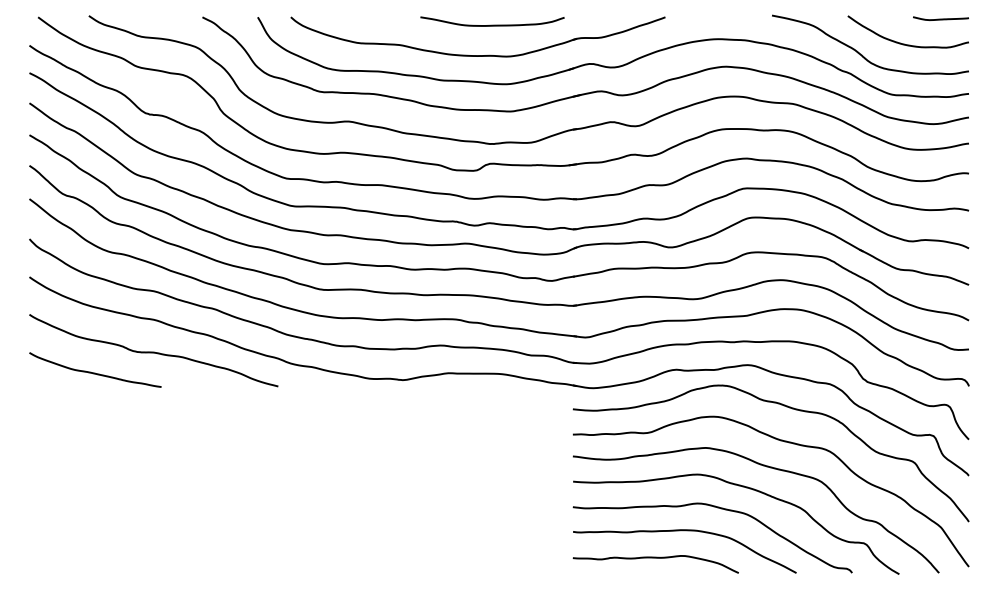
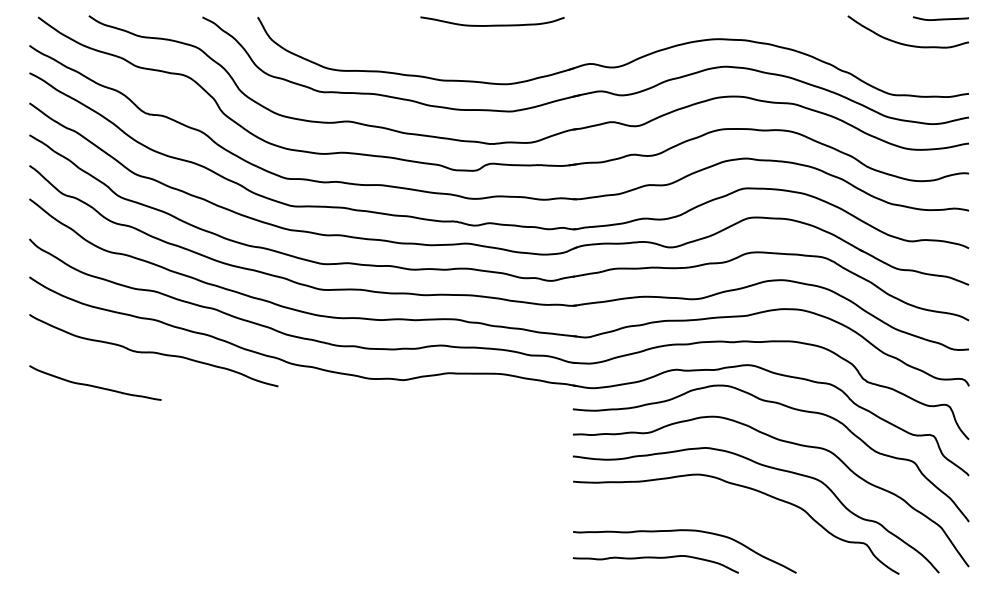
curve at (862, 54): present -> none
part at (477, 55): present -> none
curve at (95, 372) position: (95, 372) -> (95, 385)
curve at (721, 509): present -> none
